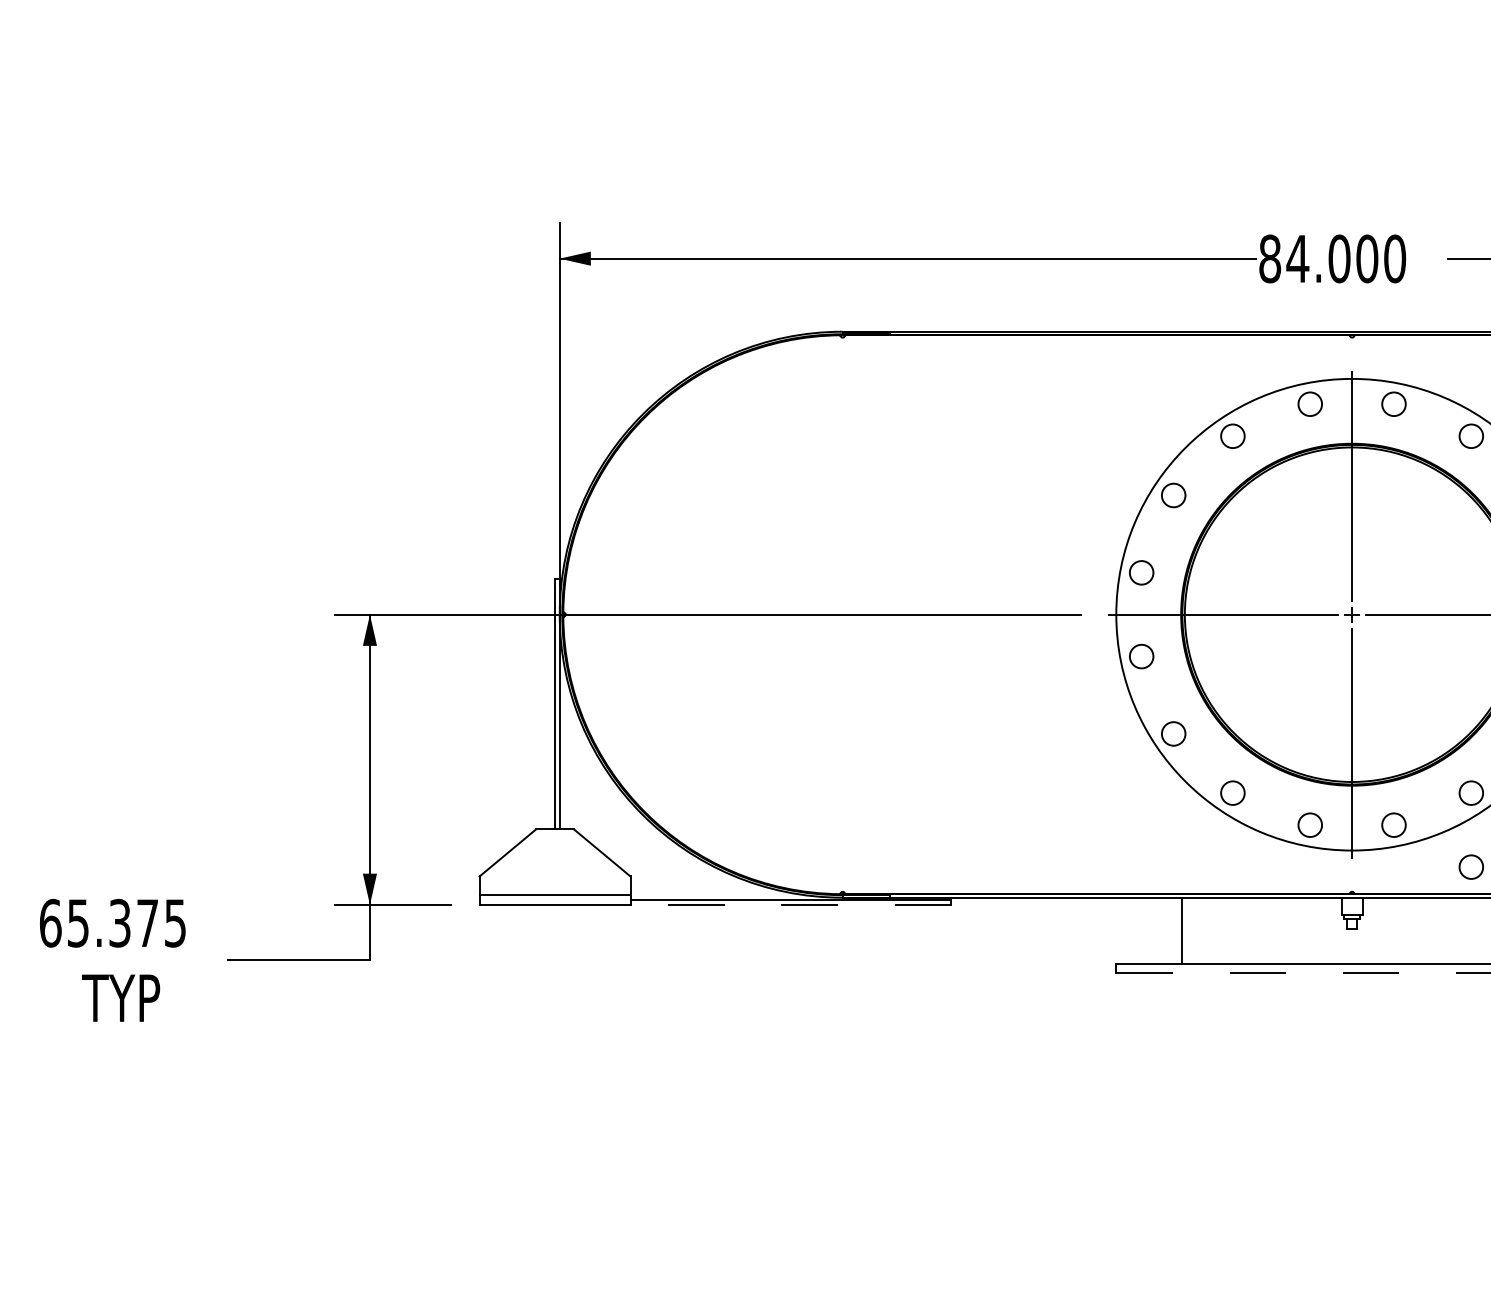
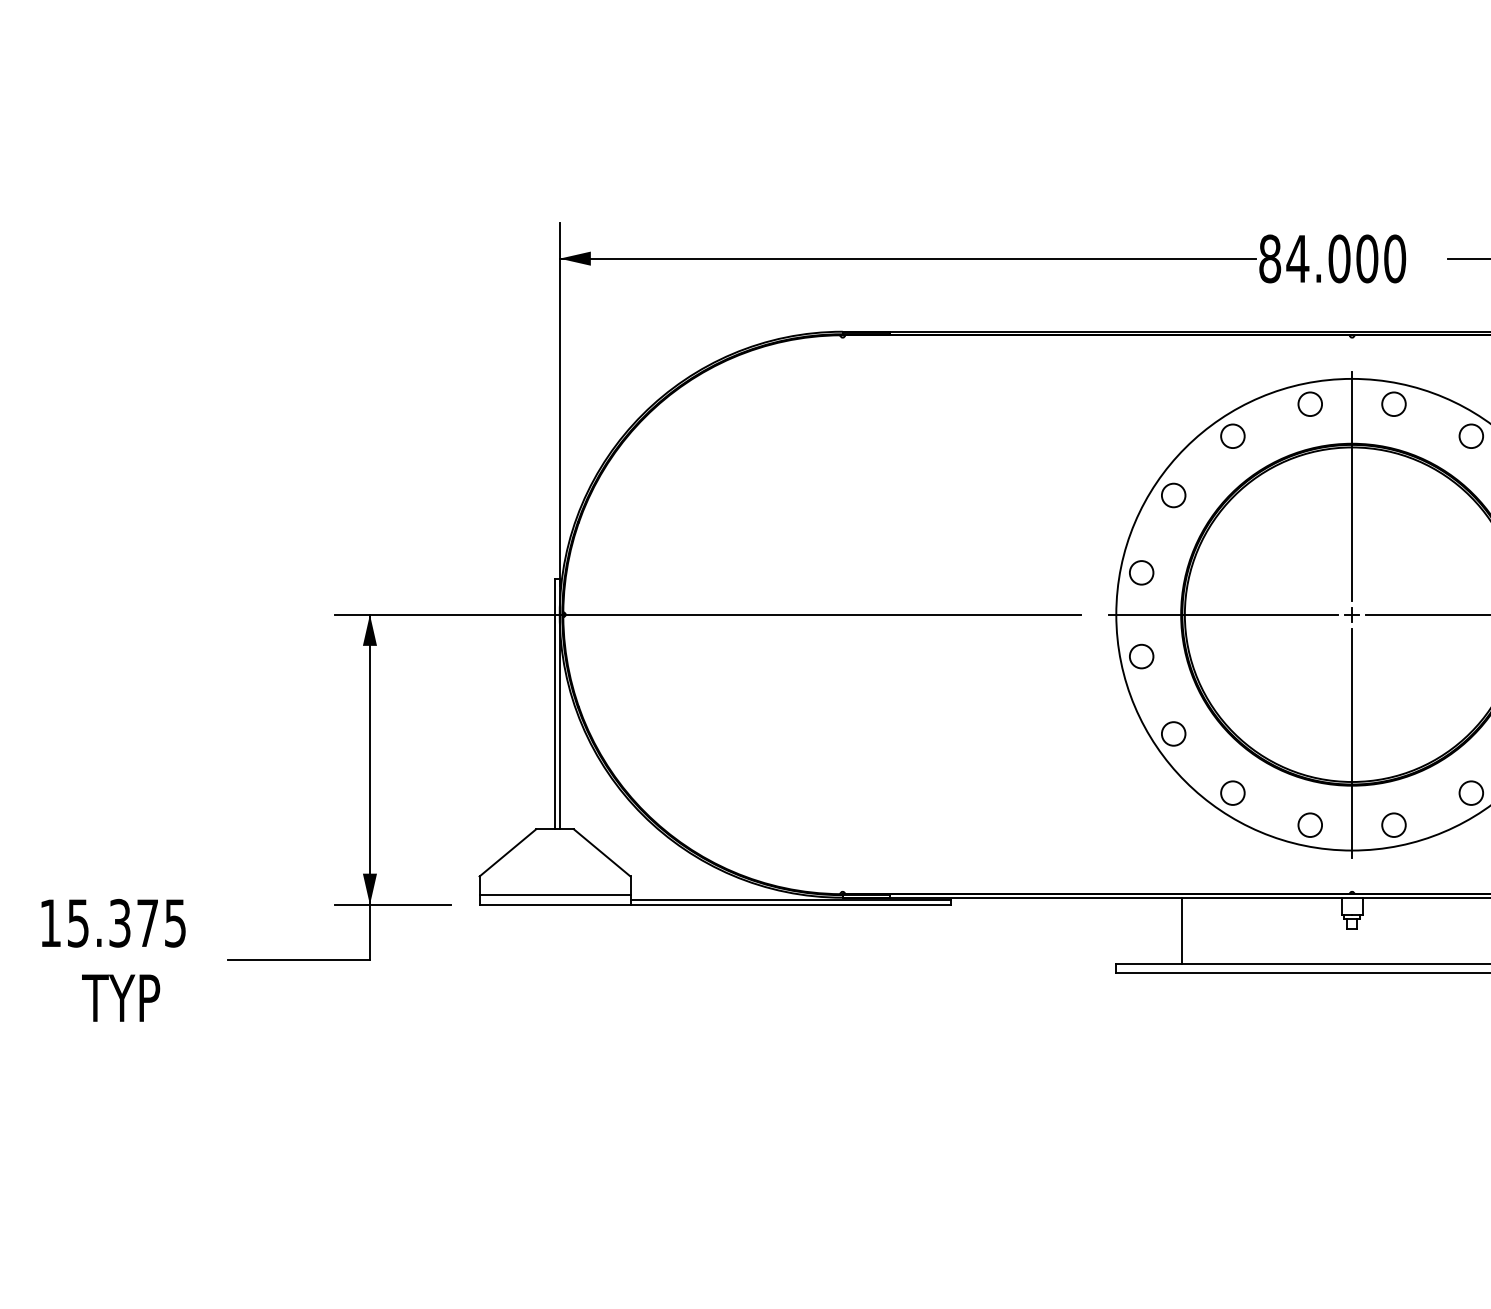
circle at (1470, 866): present -> none
line at (790, 904): dashed -> solid
text at (50, 922): 65.375 -> 15.375
line at (1303, 973): dashed -> solid
